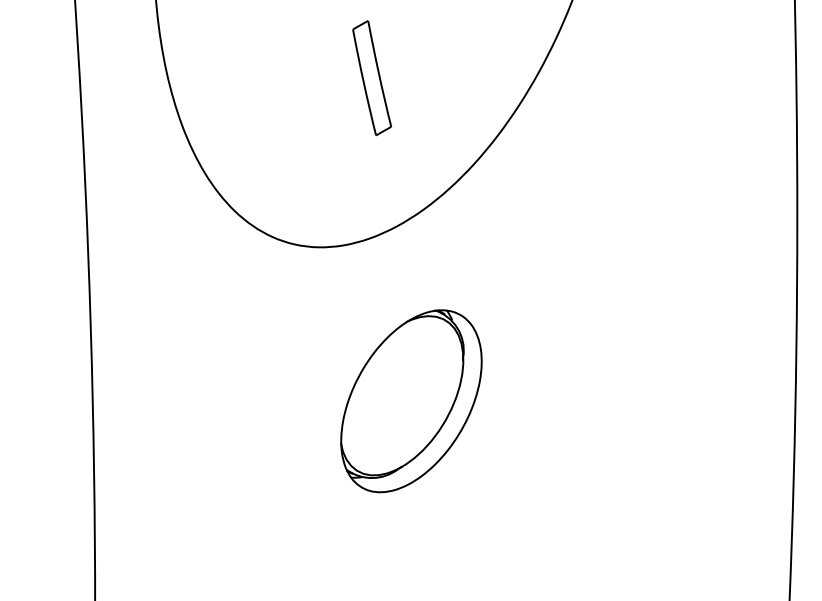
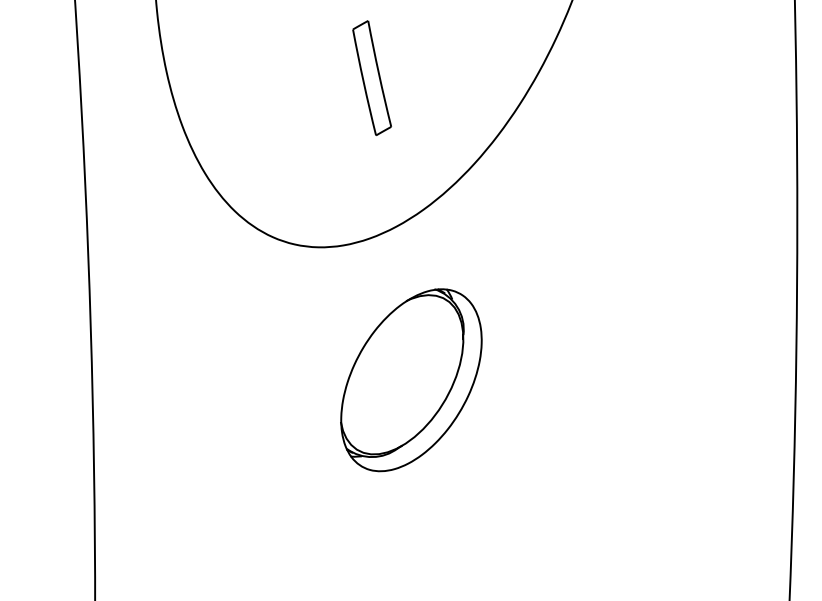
part at (411, 401) position: (411, 401) -> (411, 380)
